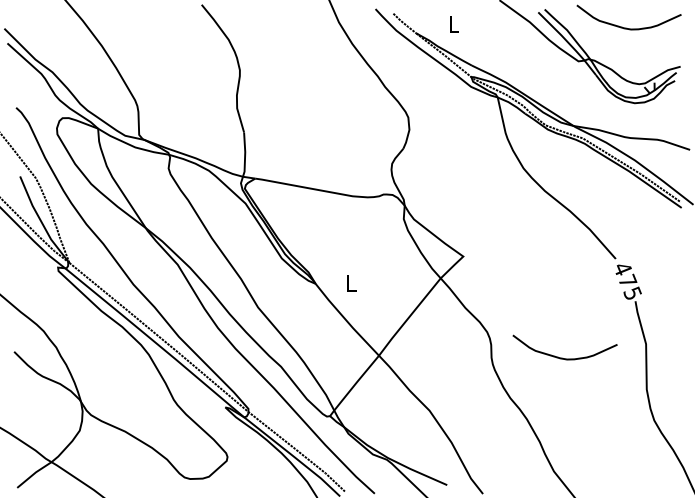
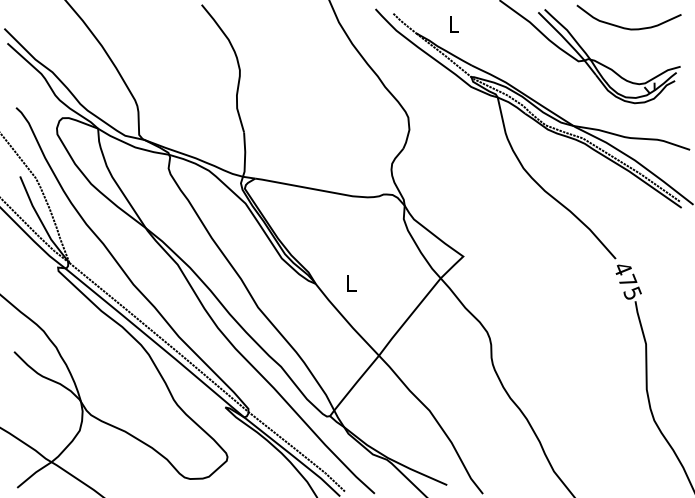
curve at (562, 357): present -> none
